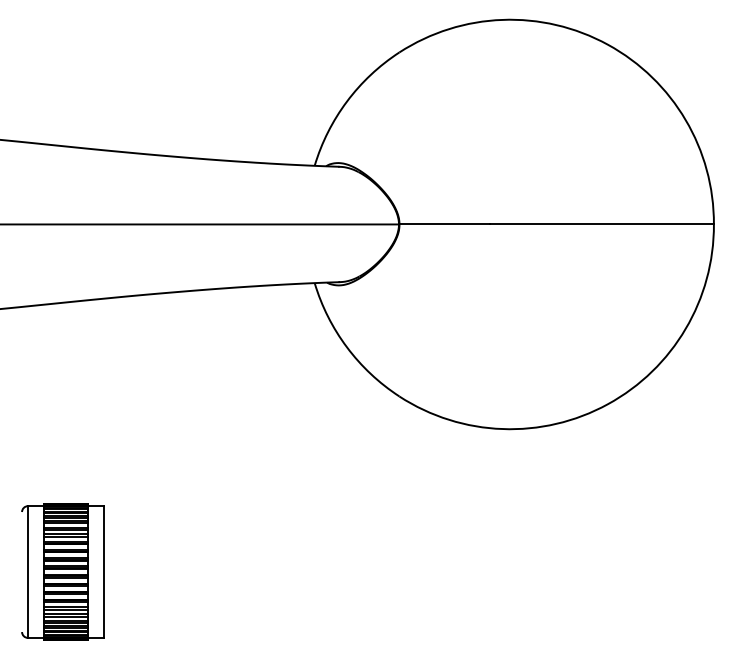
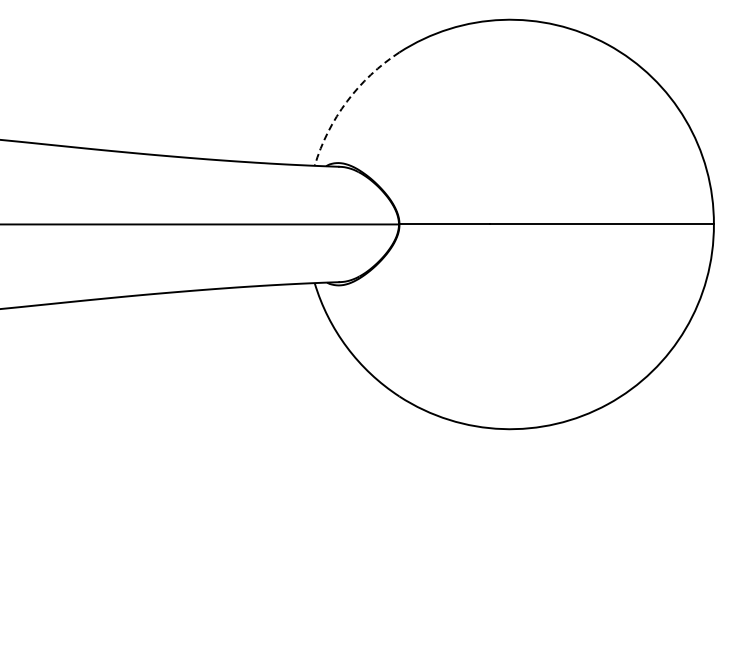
arc at (346, 101): solid -> dashed
part at (62, 571): present -> none
